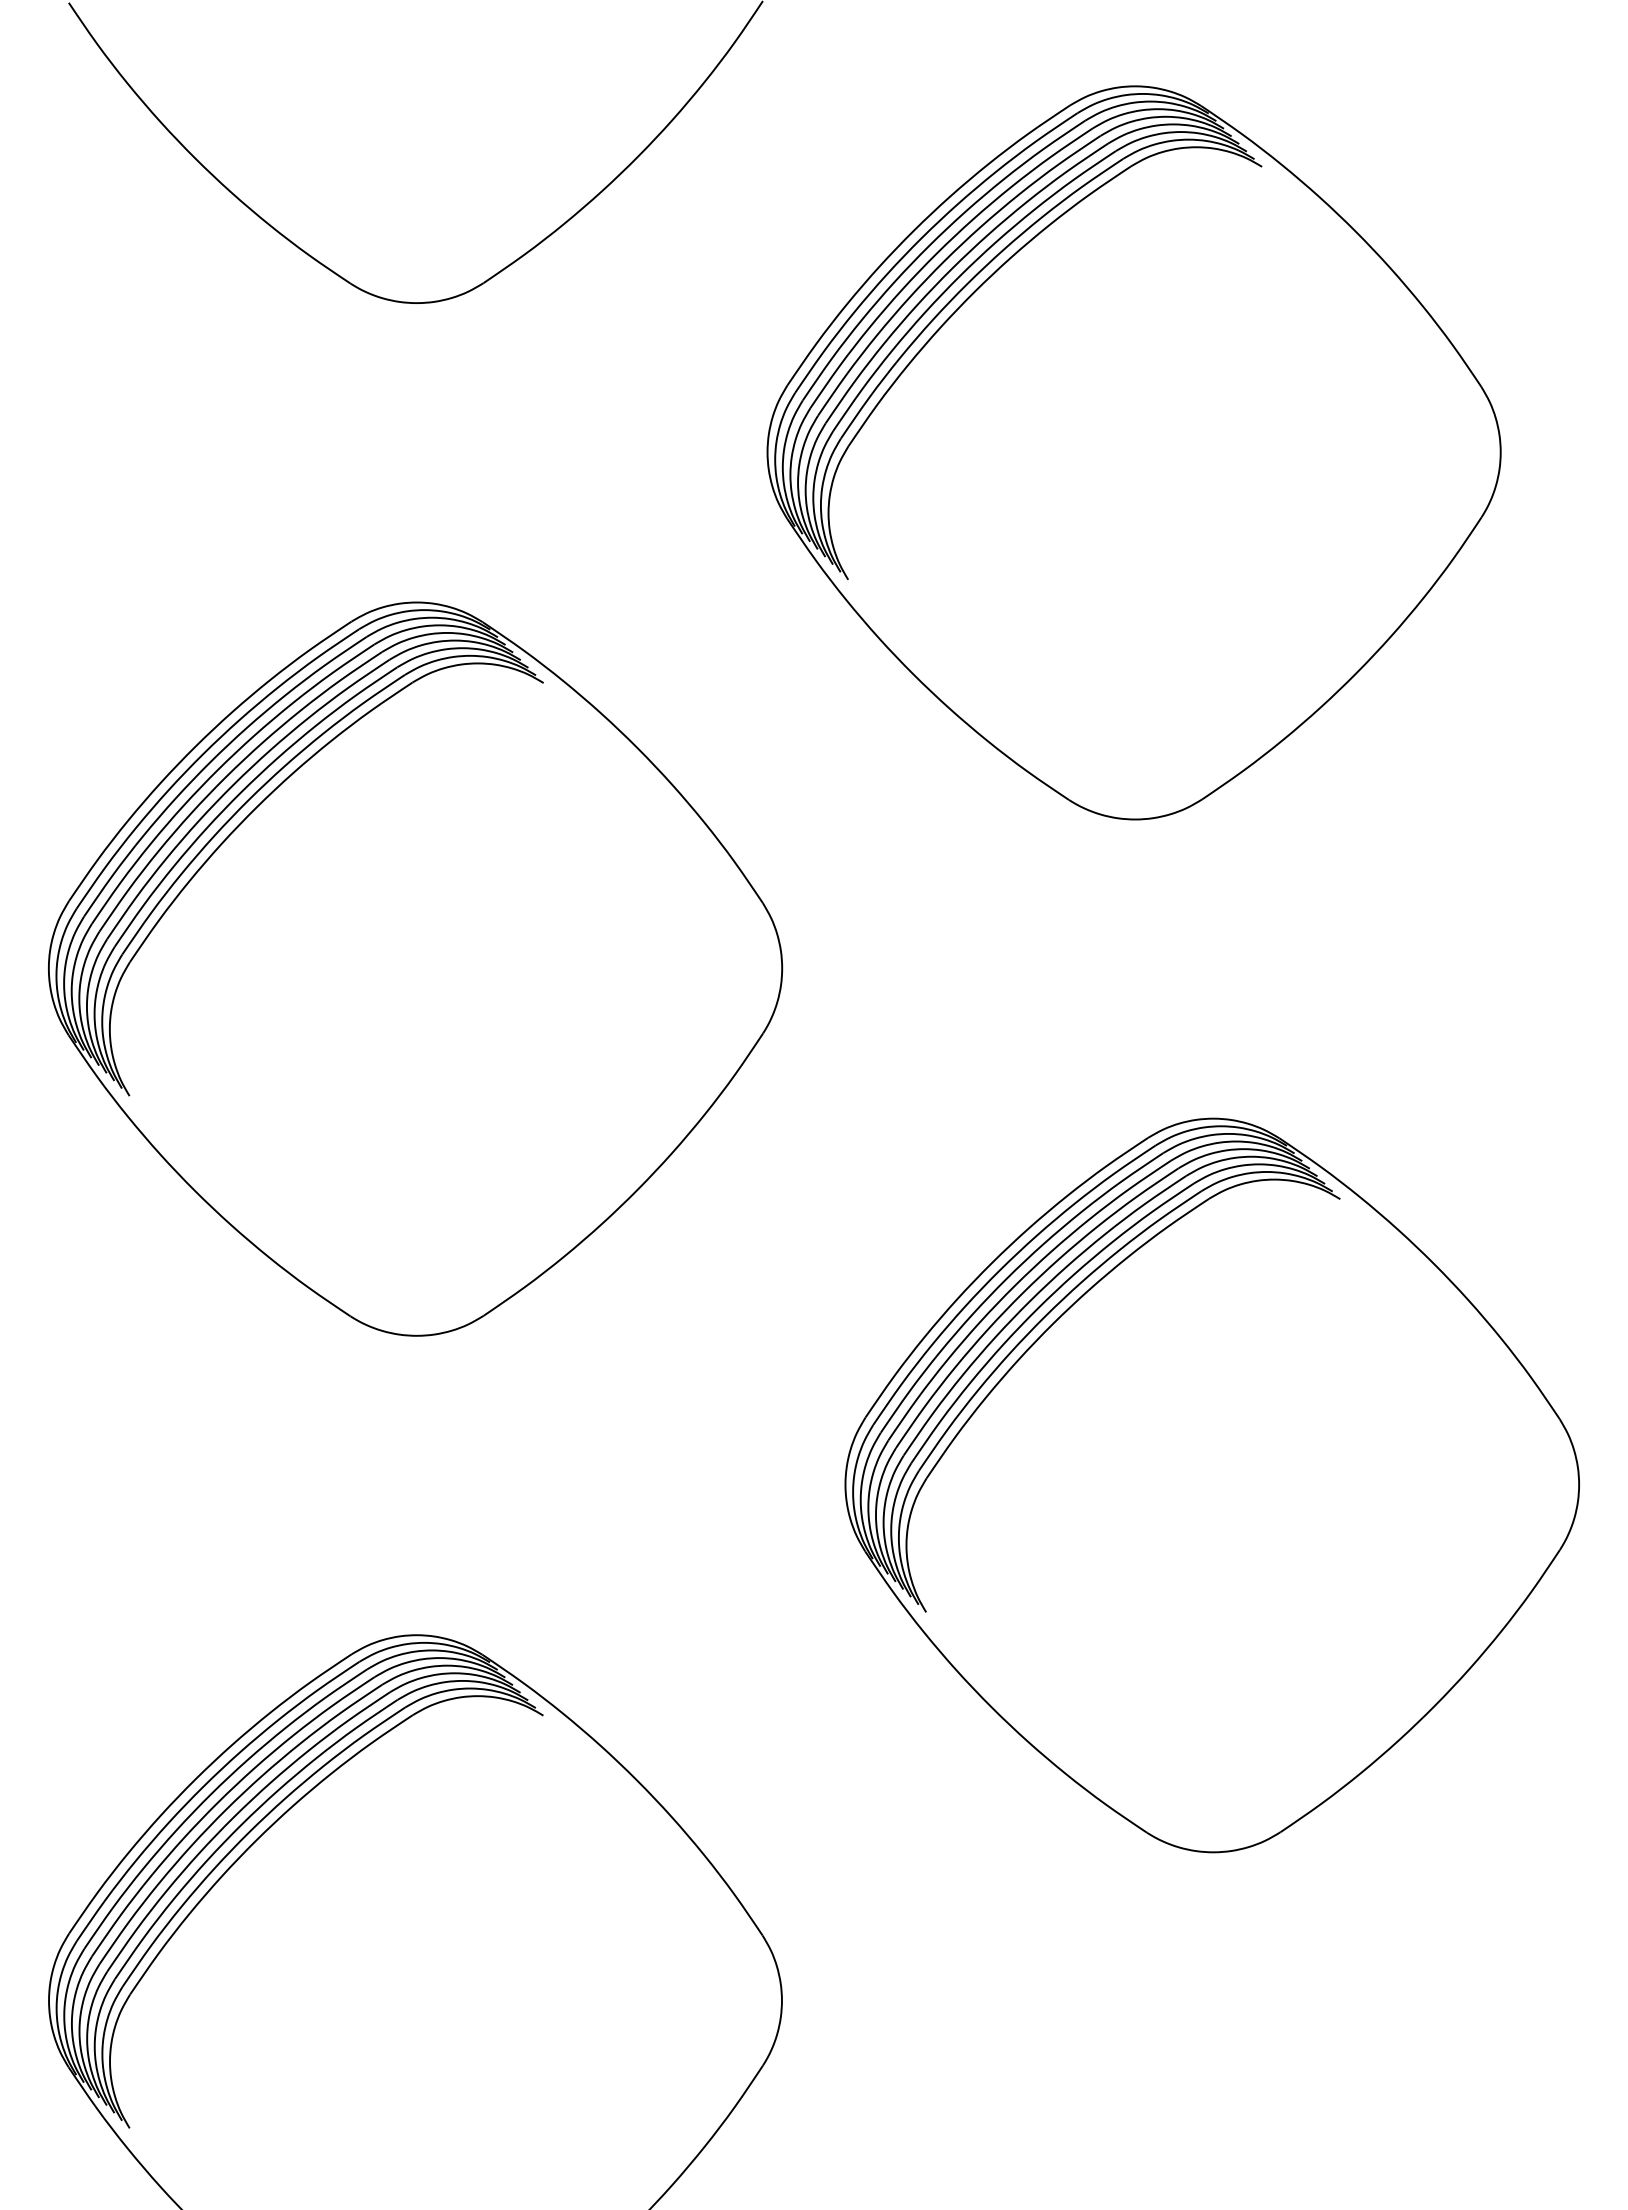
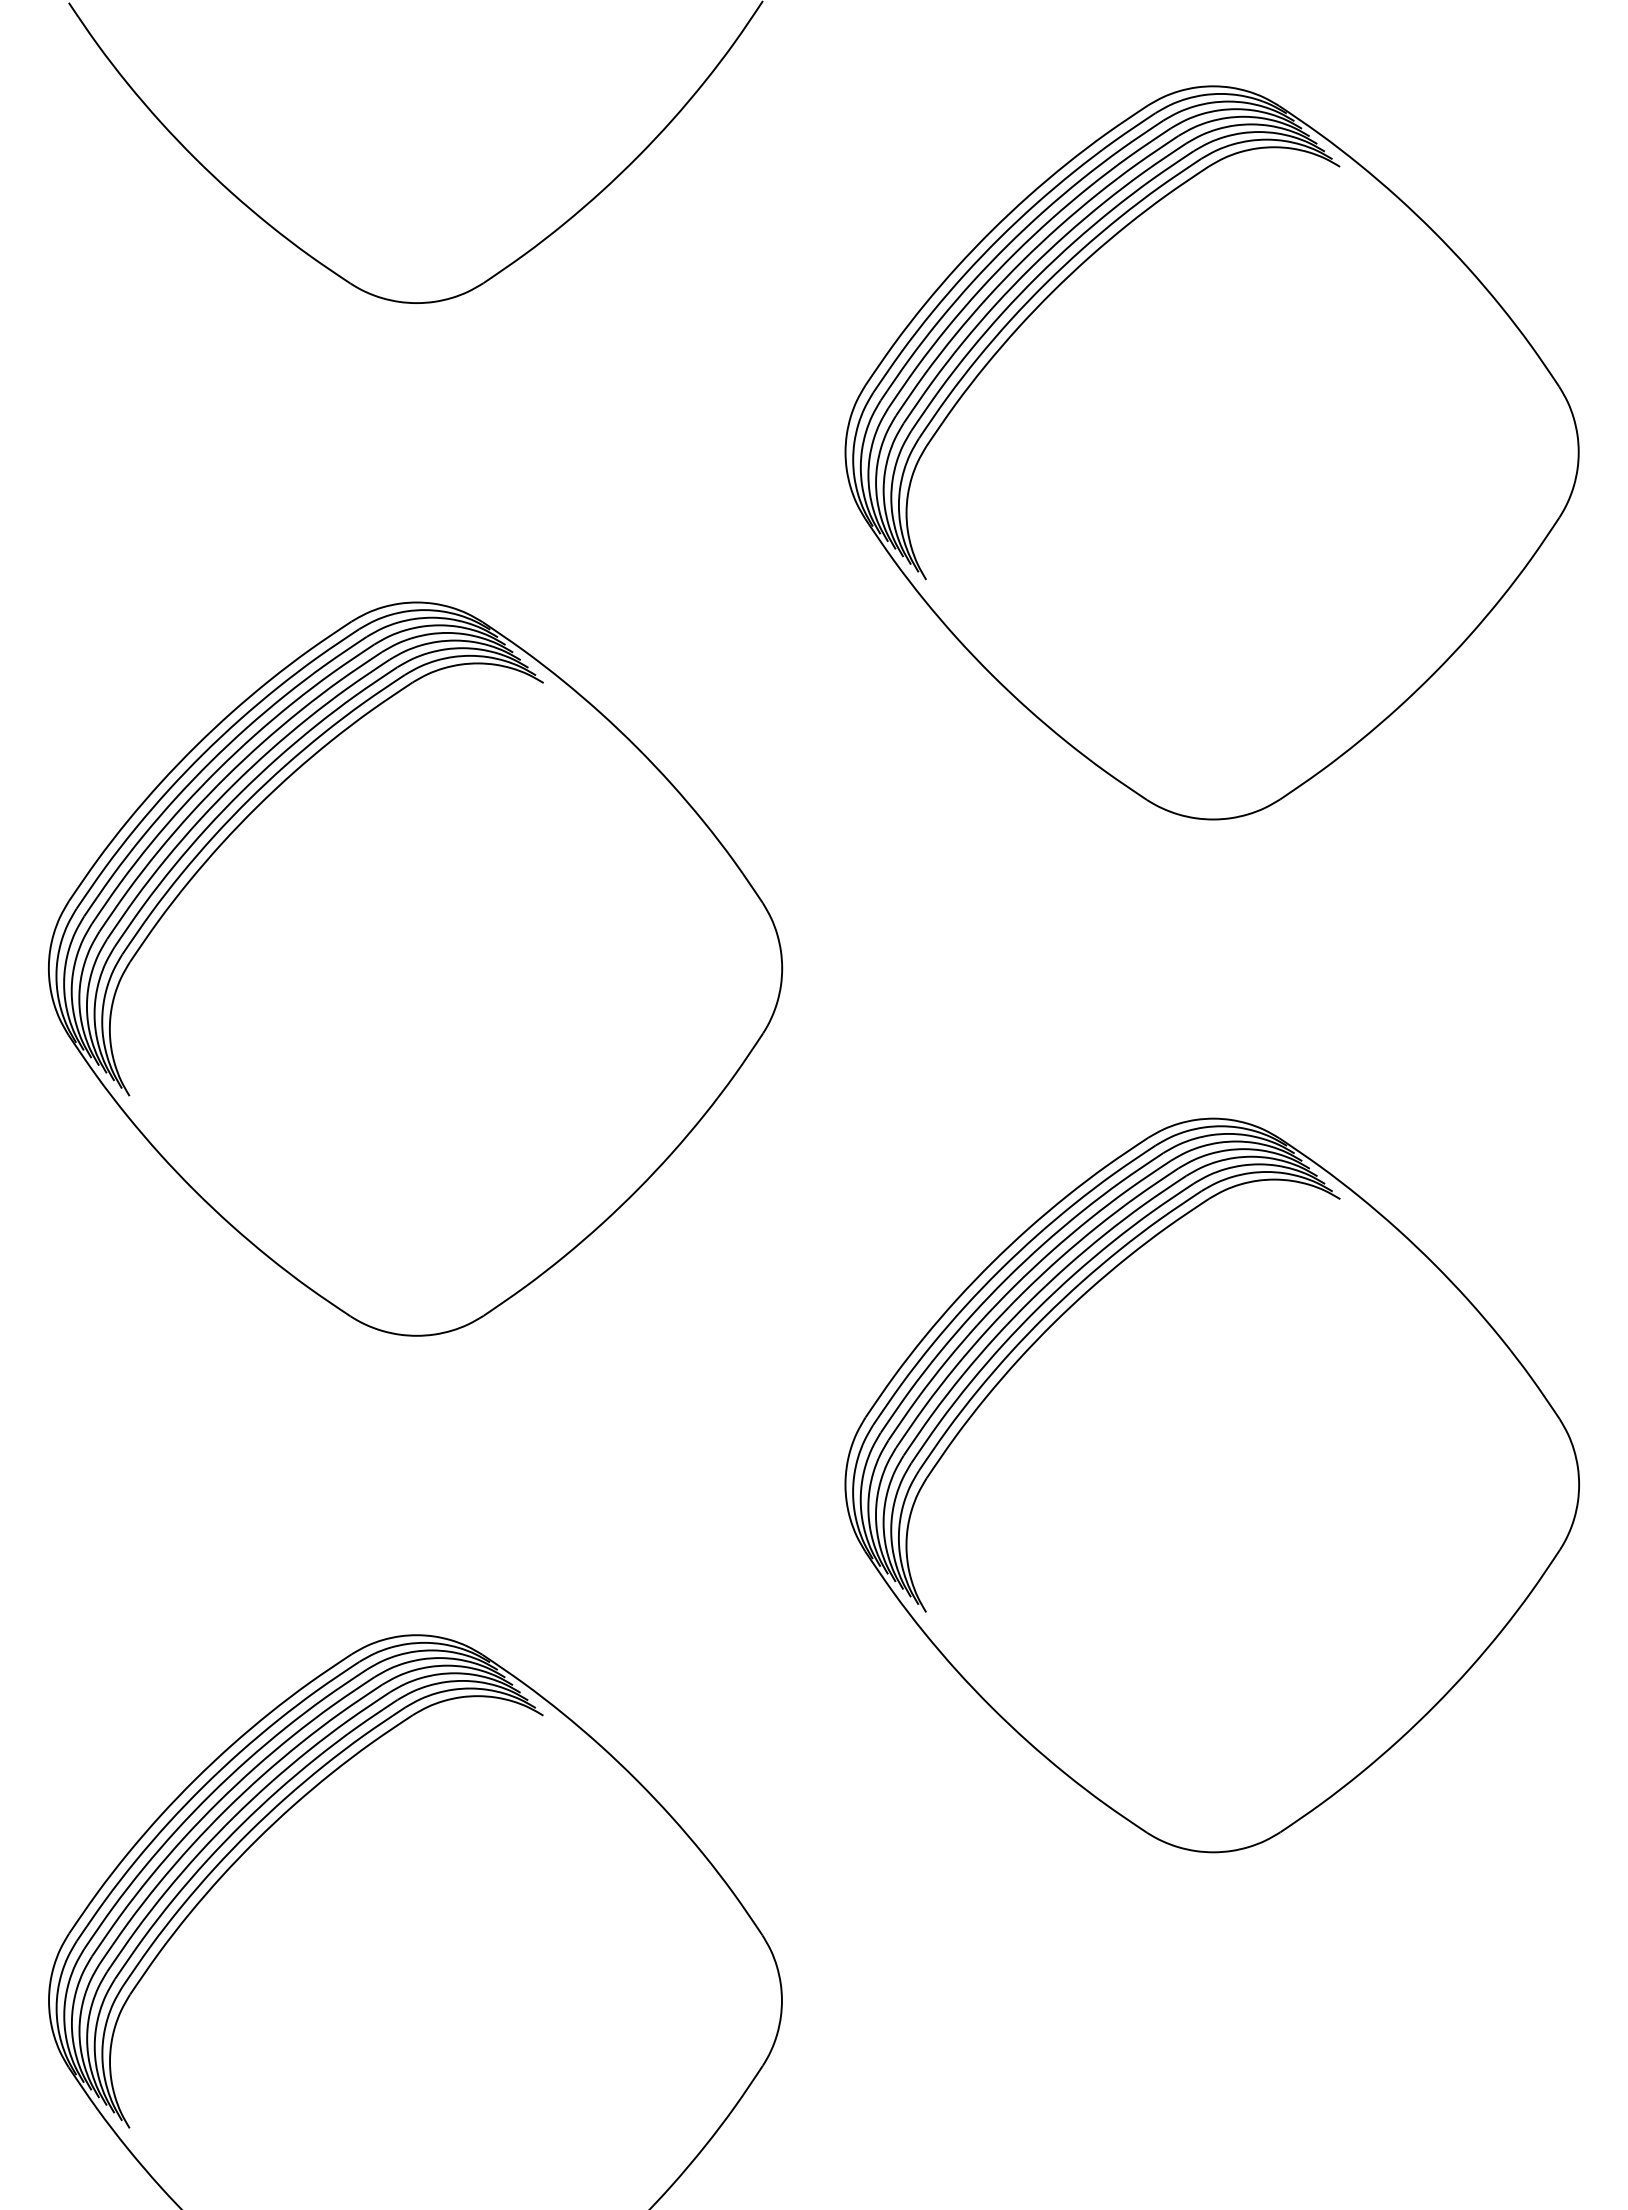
part at (1133, 452) position: (1133, 452) -> (1211, 452)
